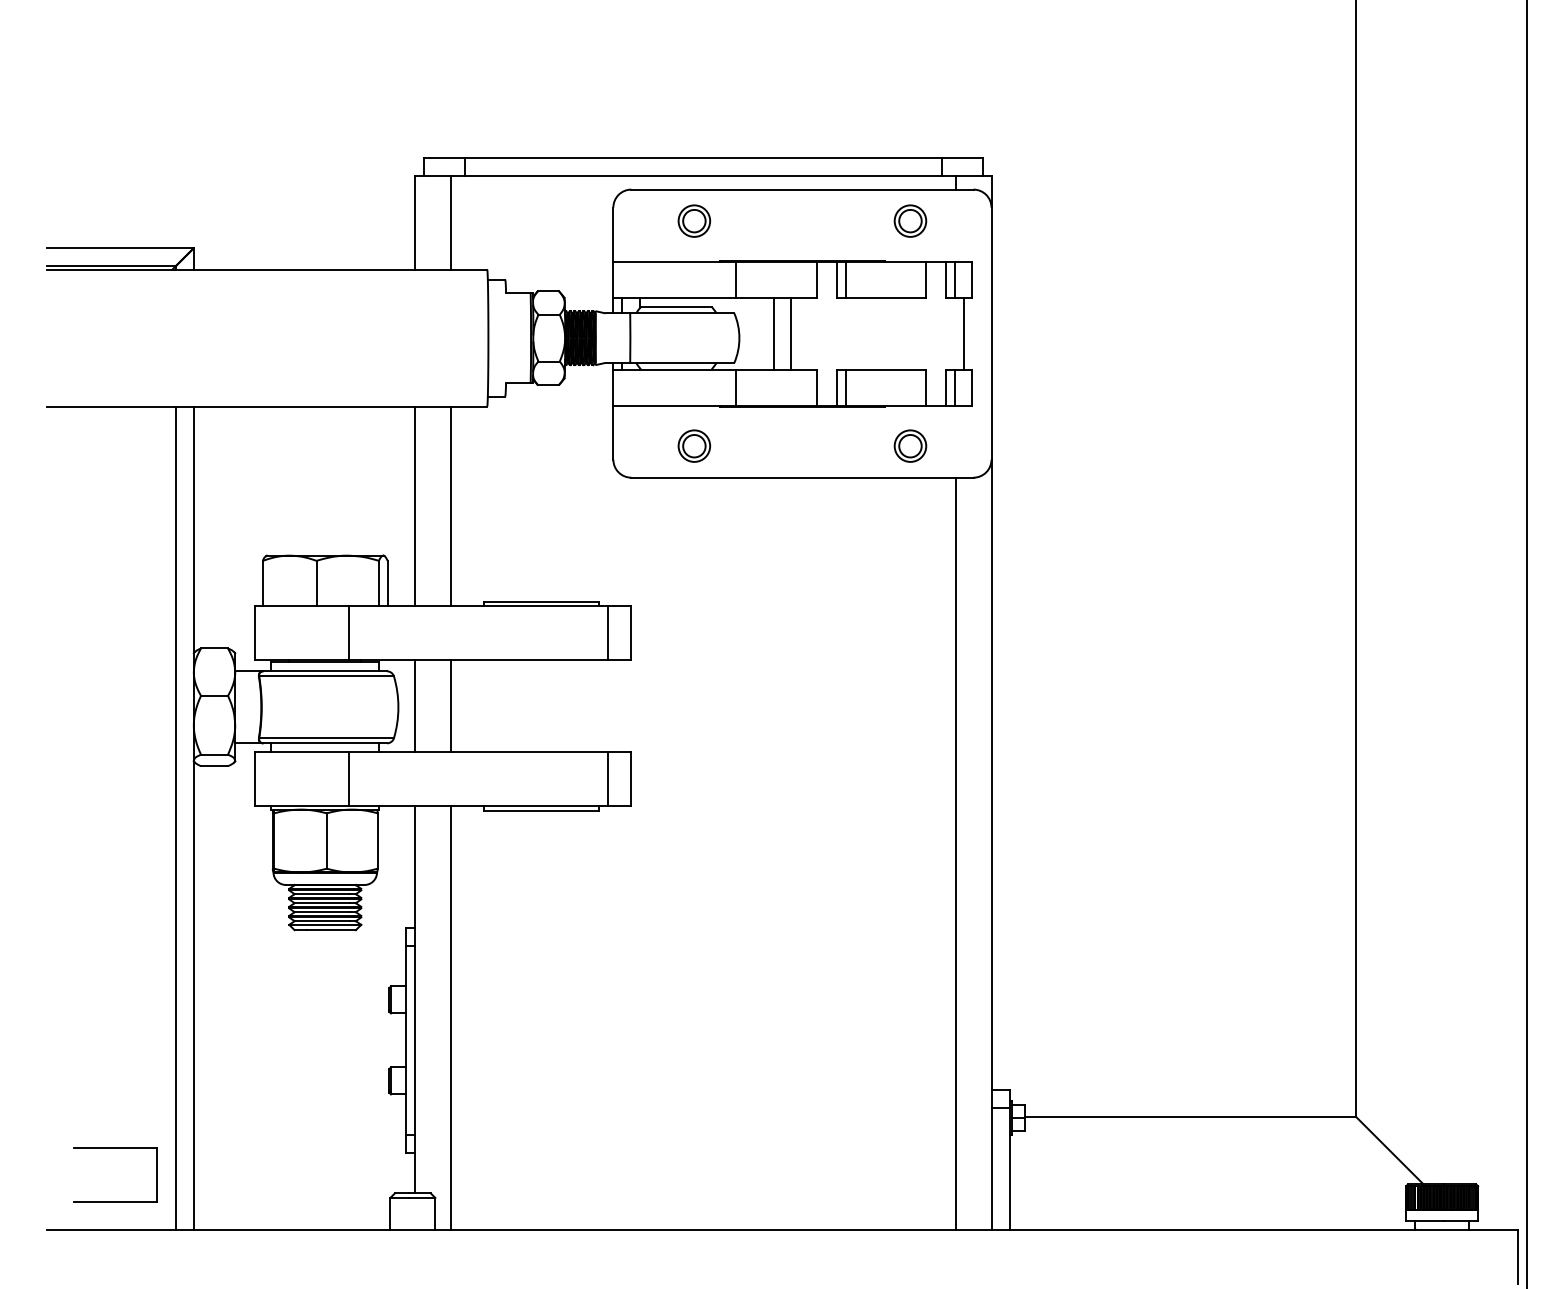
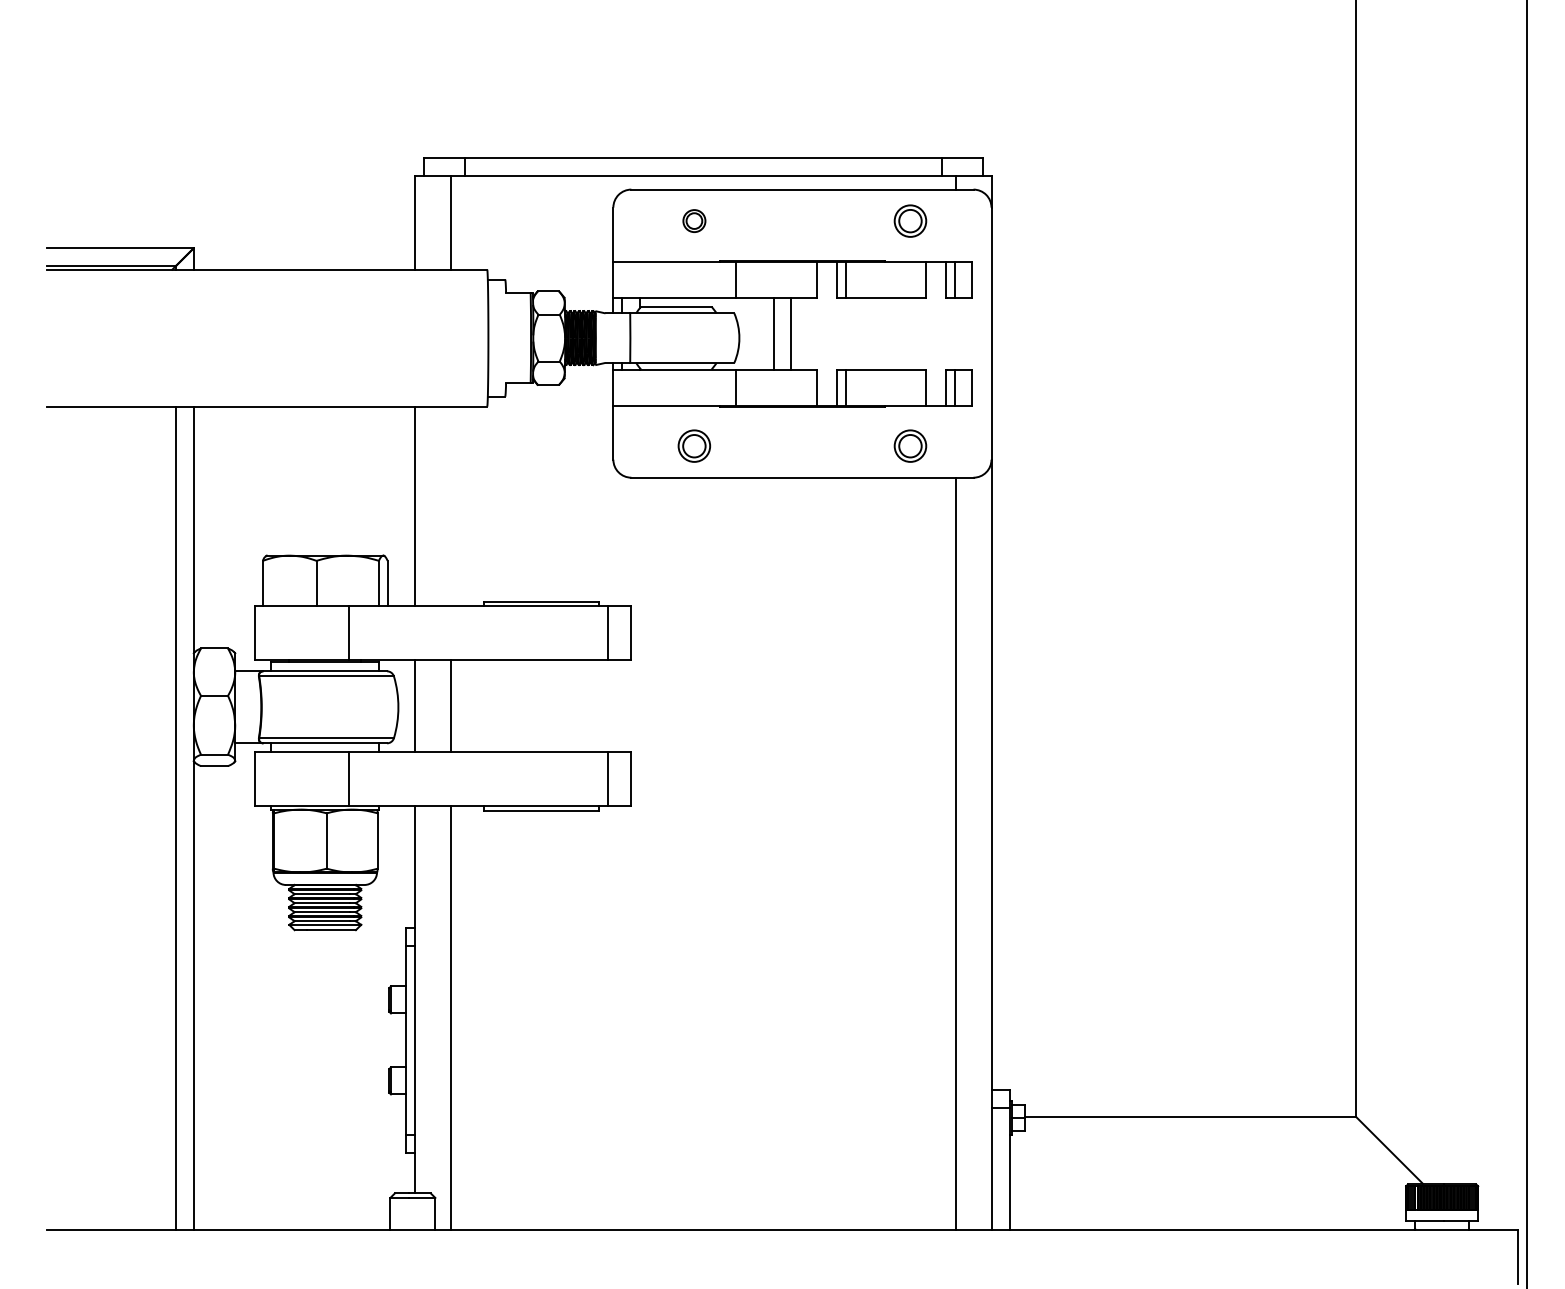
part at (694, 220) size: 35x34 px -> 25x24 px
line at (963, 333): present -> none
line at (451, 506): present -> none
part at (115, 1148): present -> none
